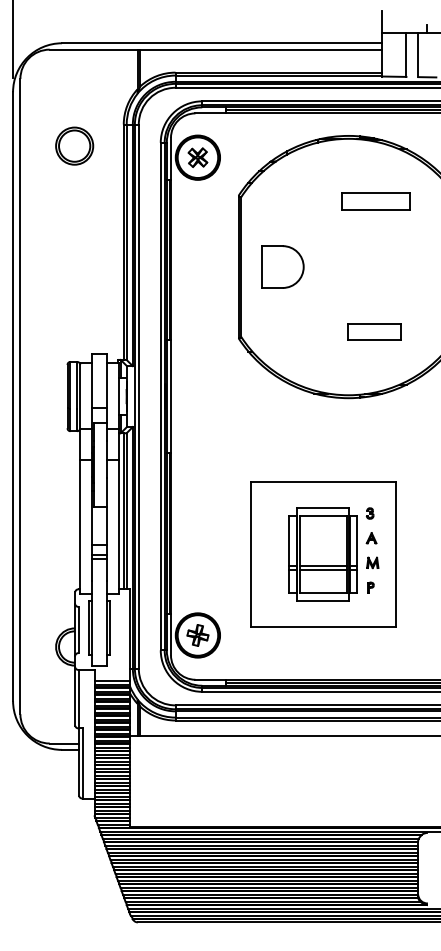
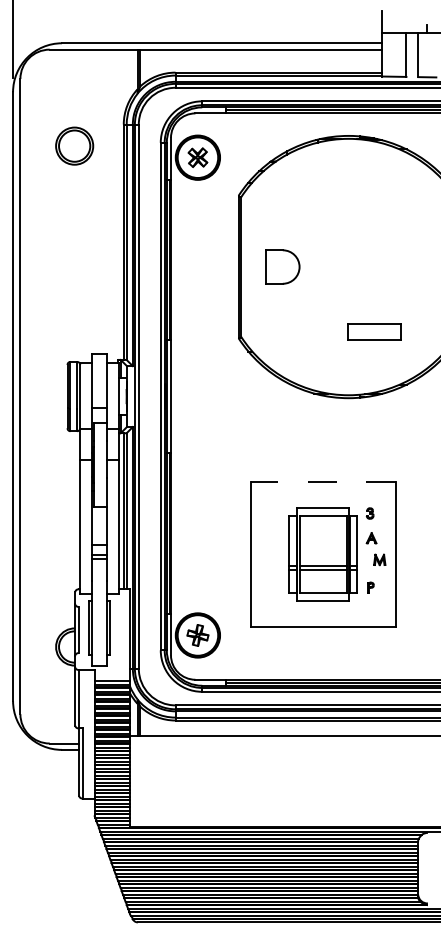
part at (375, 201): present -> none
part at (282, 266) size: 44x44 px -> 36x36 px
line at (322, 482): solid -> dashed
part at (372, 562) position: (372, 562) -> (379, 559)
